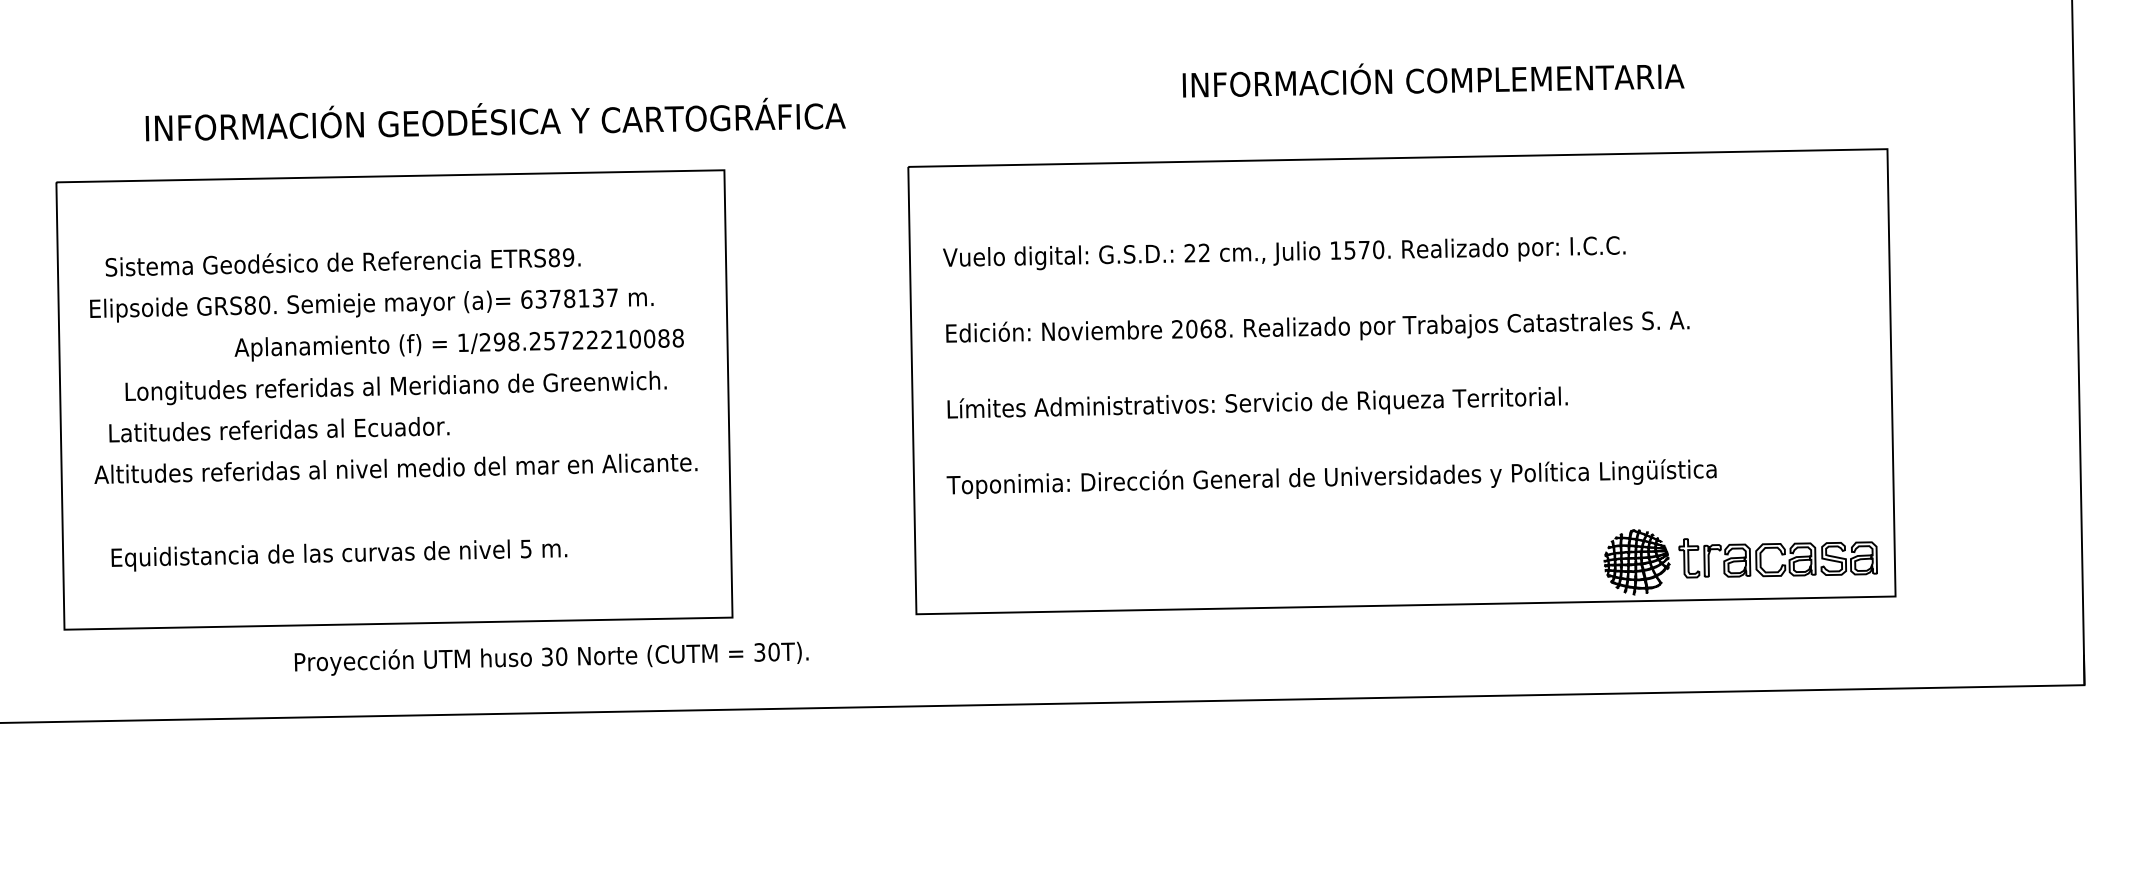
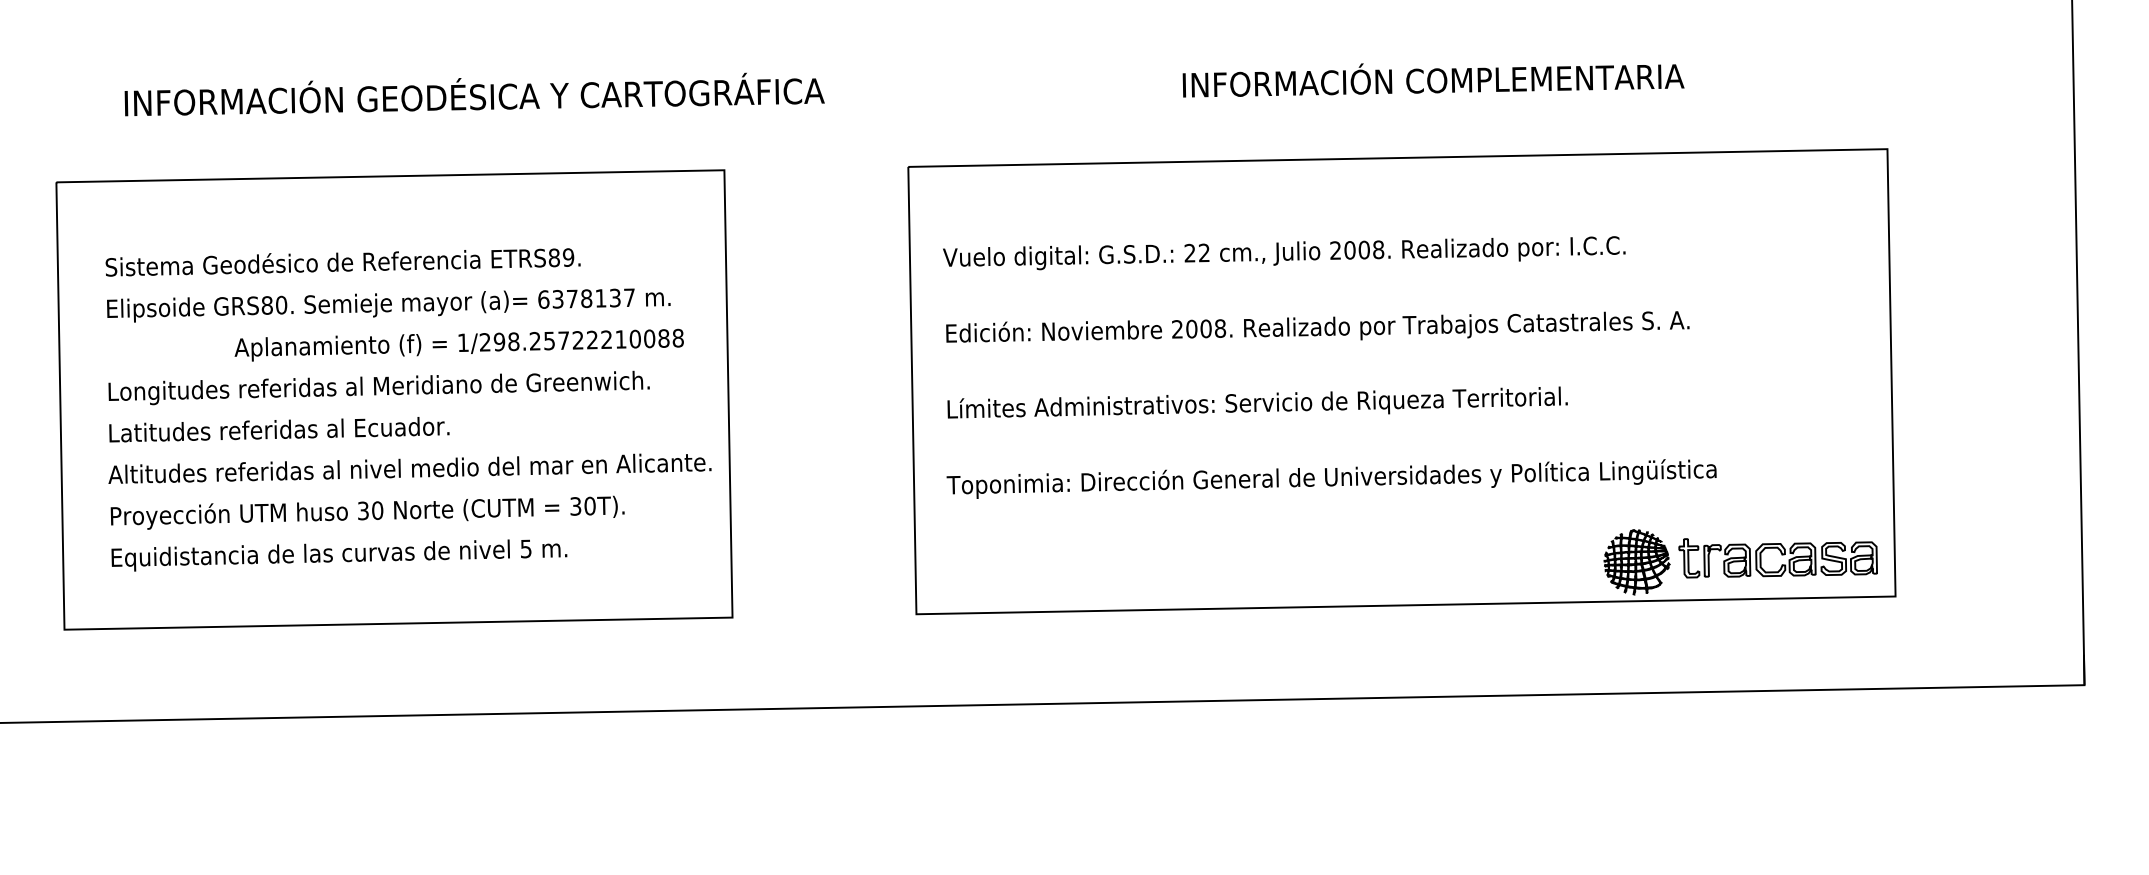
text at (495, 119) position: (495, 119) -> (474, 94)
text at (1357, 249): 1570. -> 2008.
text at (371, 305) position: (371, 305) -> (388, 305)
text at (1205, 328): 2068. -> 2008.
text at (395, 387) position: (395, 387) -> (378, 387)
text at (395, 468) position: (395, 468) -> (409, 468)
text at (551, 658) position: (551, 658) -> (367, 512)
